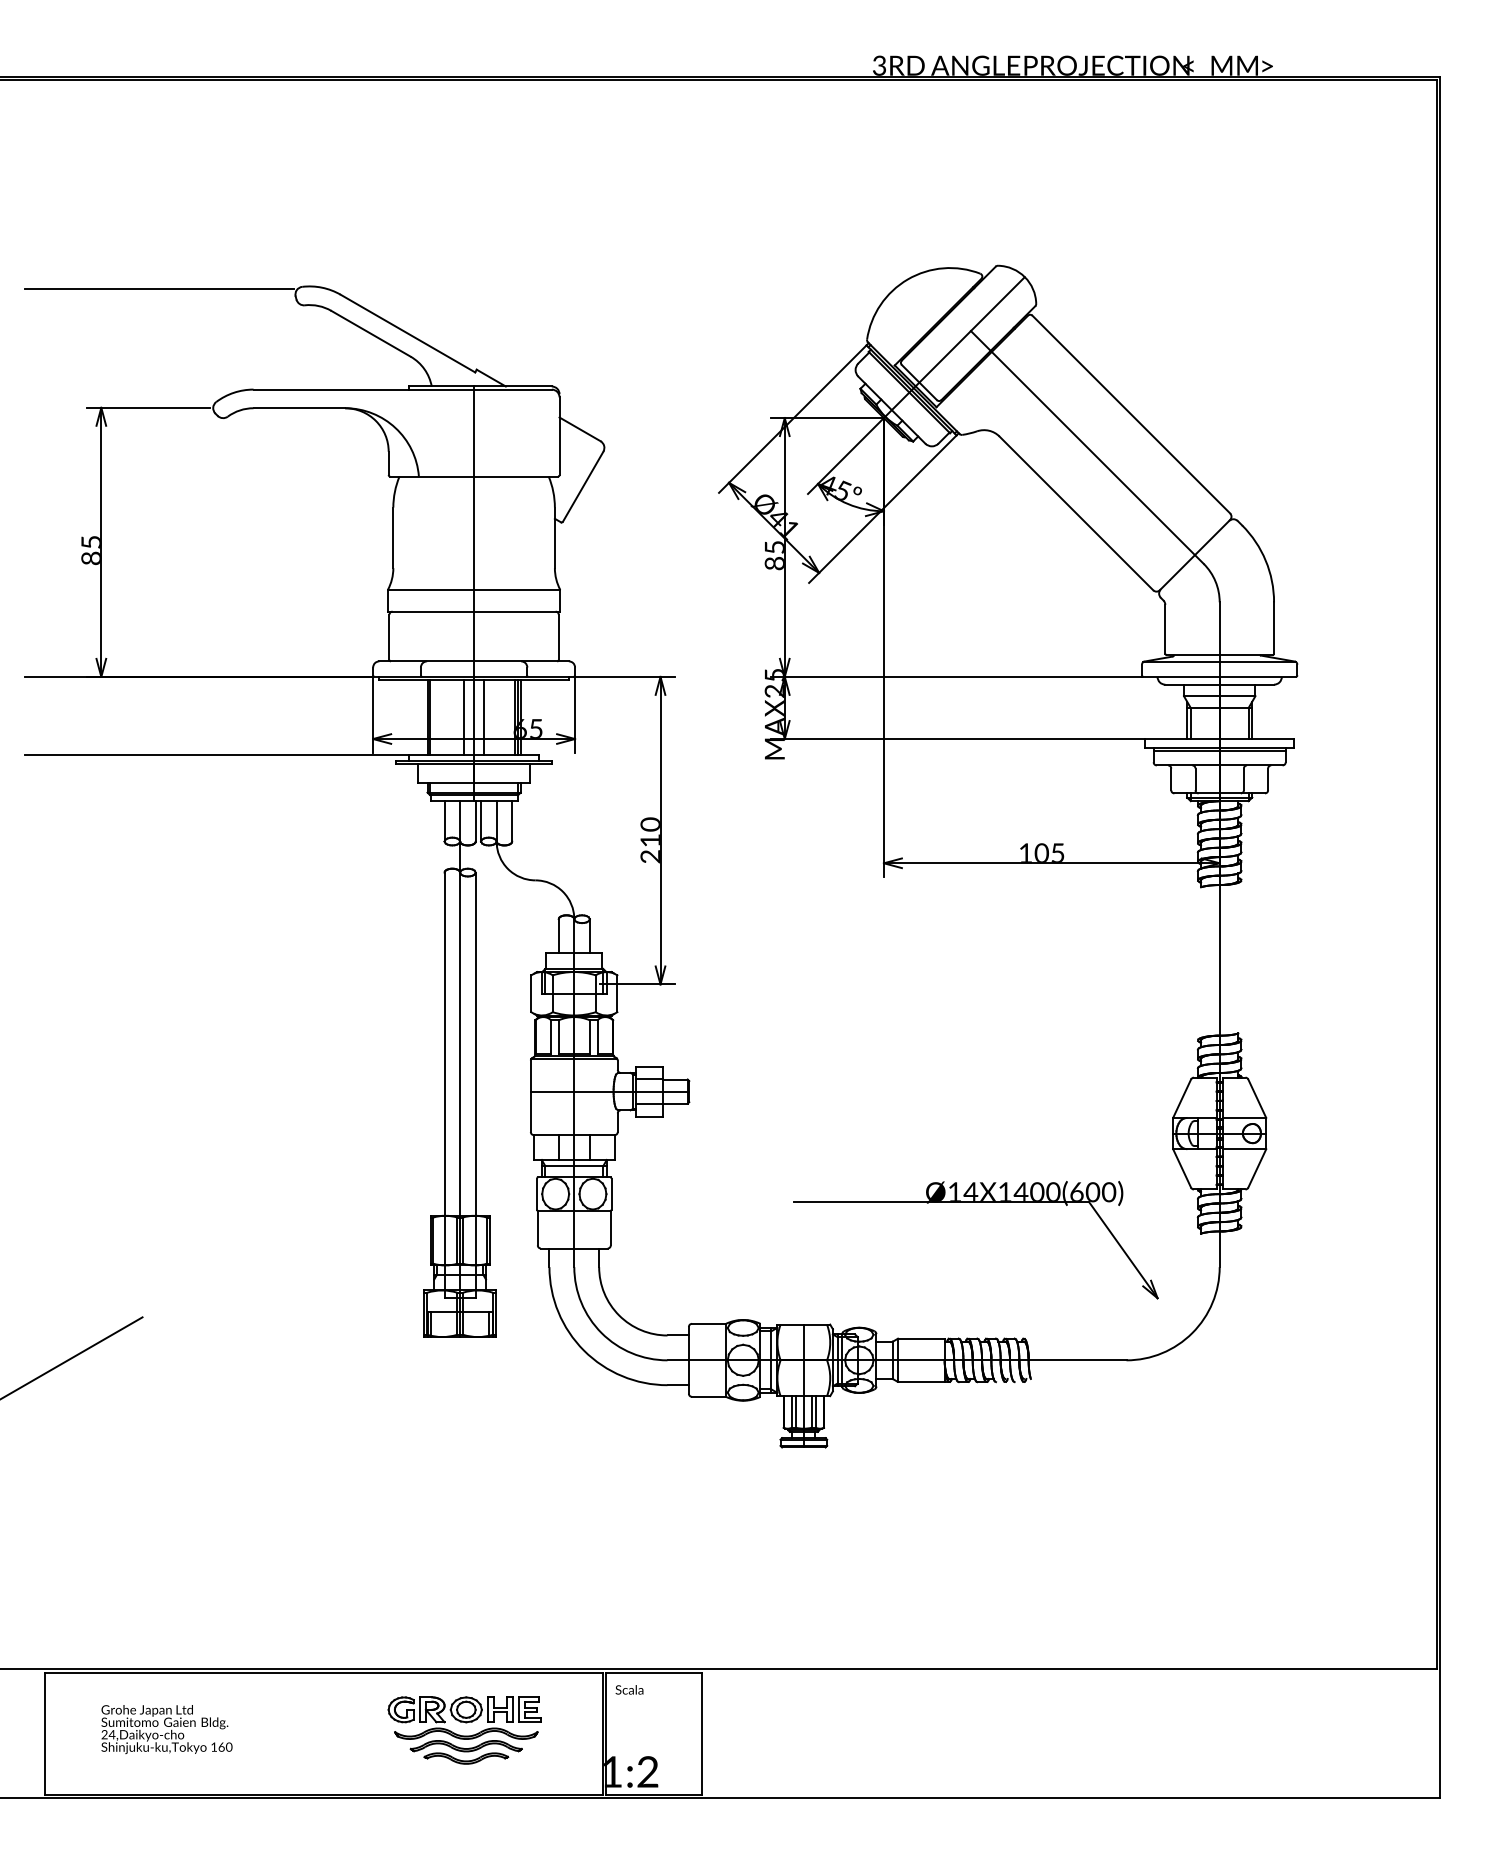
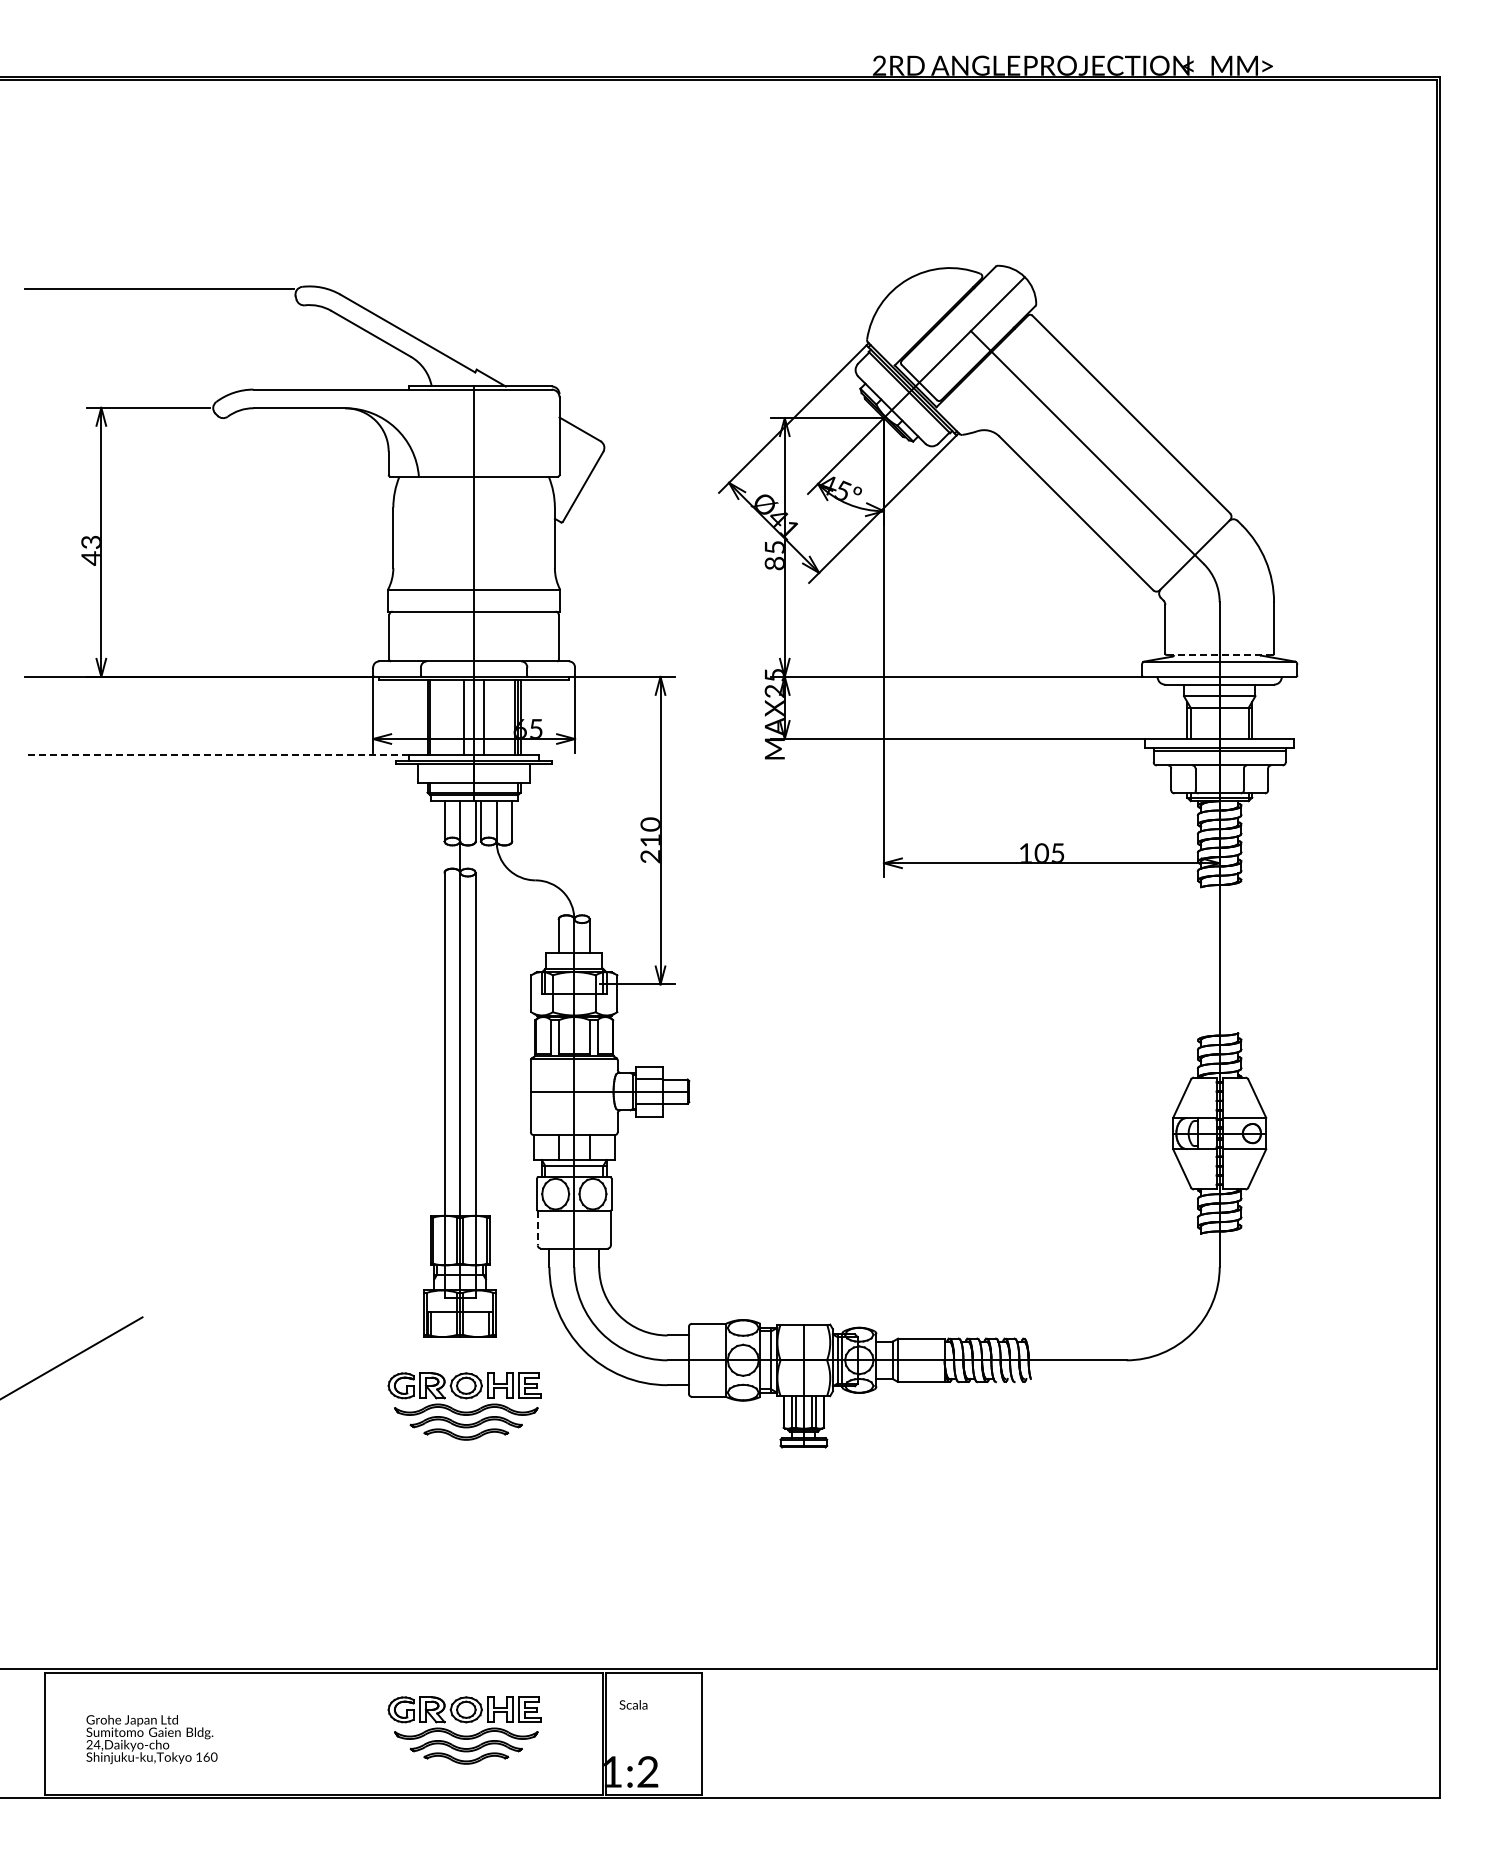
text at (879, 67): 3RD -> 2RD
text at (90, 550): 85 -> 43
line at (1219, 655): solid -> dashed
line at (216, 754): solid -> dashed
part at (975, 1202): present -> none
line at (537, 1228): solid -> dashed
part at (464, 1406): none -> present
text at (629, 1689) position: (629, 1689) -> (633, 1704)
text at (166, 1729) position: (166, 1729) -> (151, 1739)
